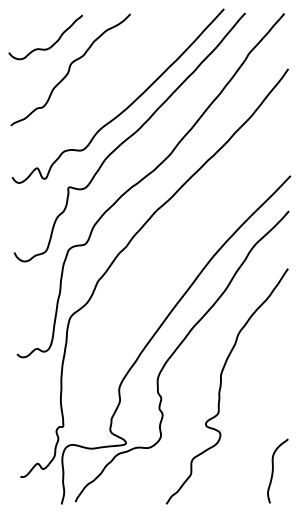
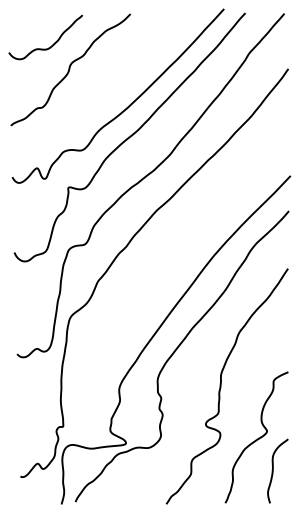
curve at (257, 438): none -> present
